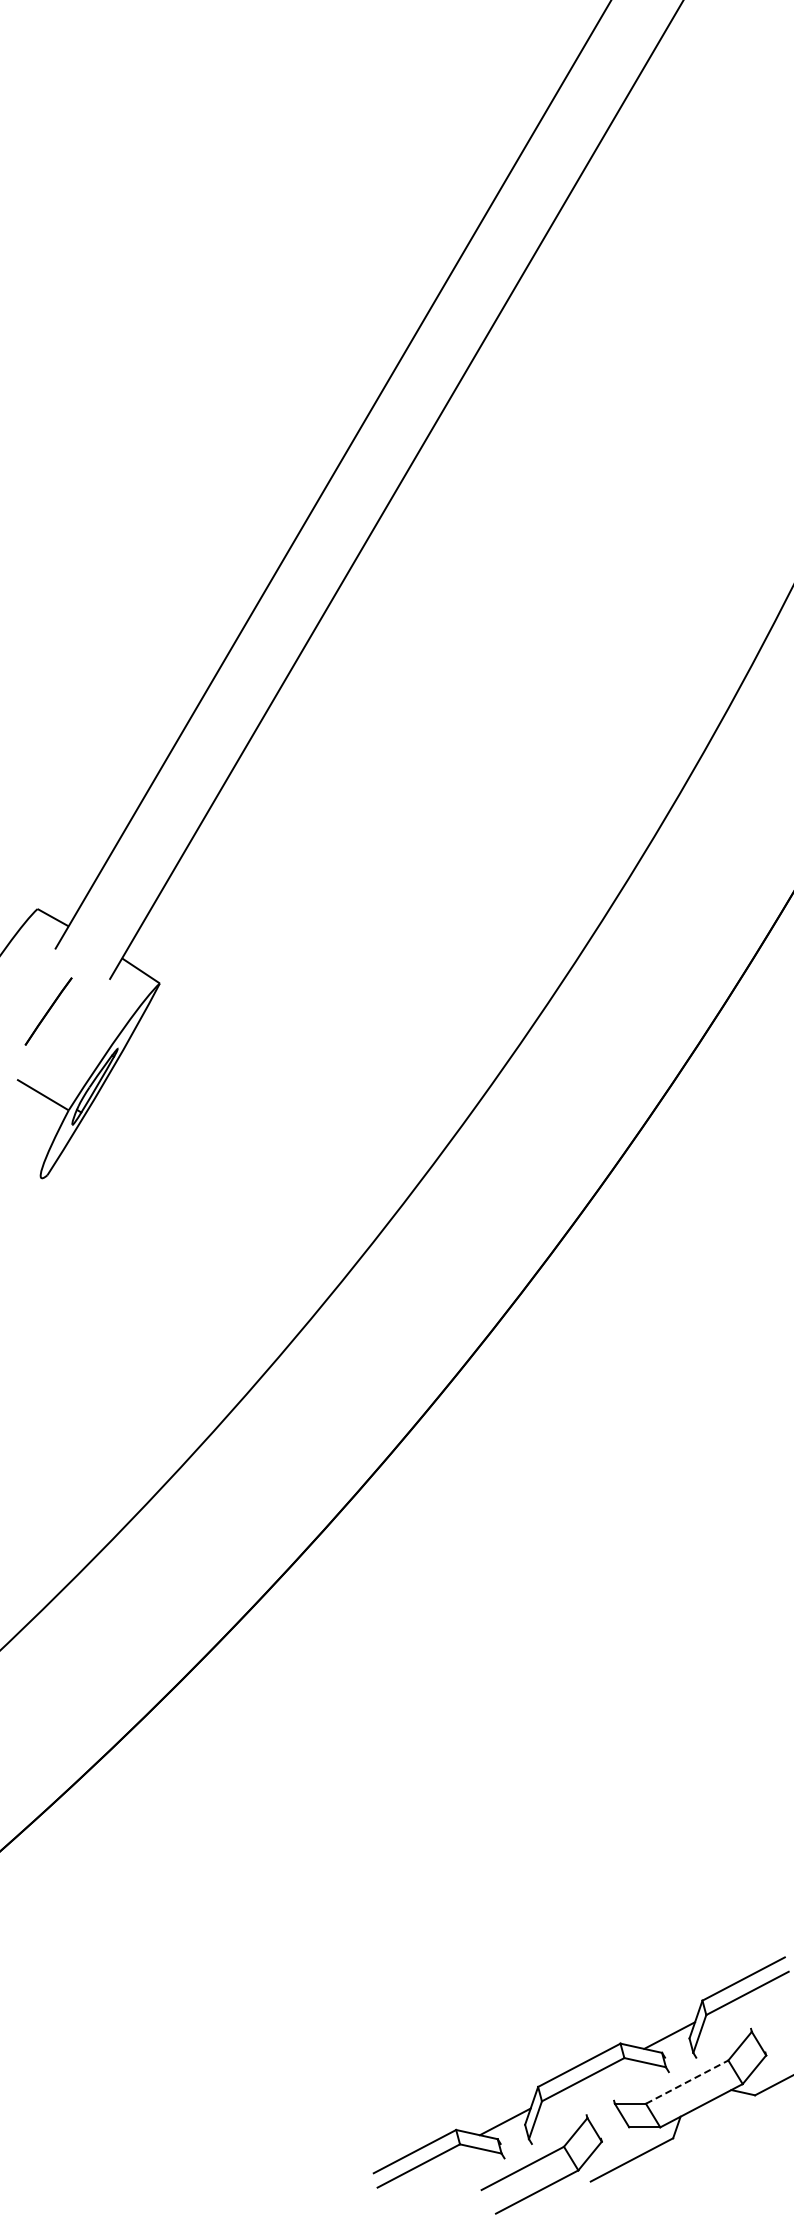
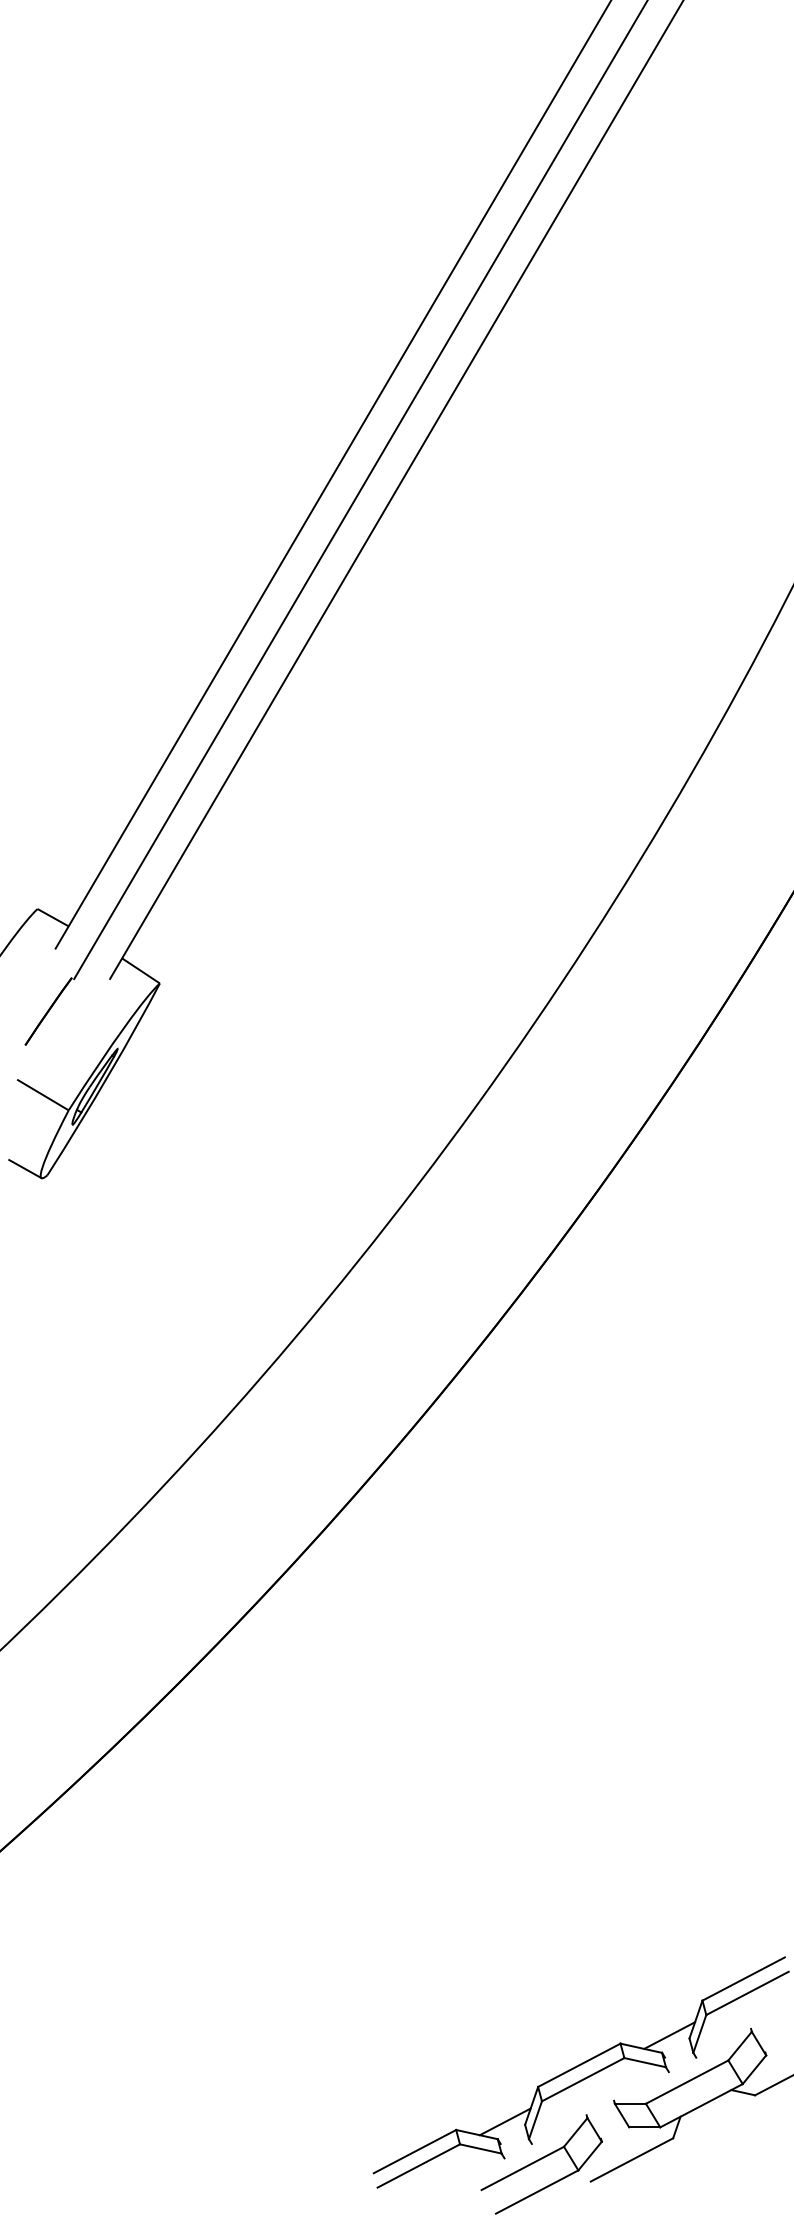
line at (360, 490): none -> present
line at (25, 1169): none -> present
line at (687, 2082): dashed -> solid
